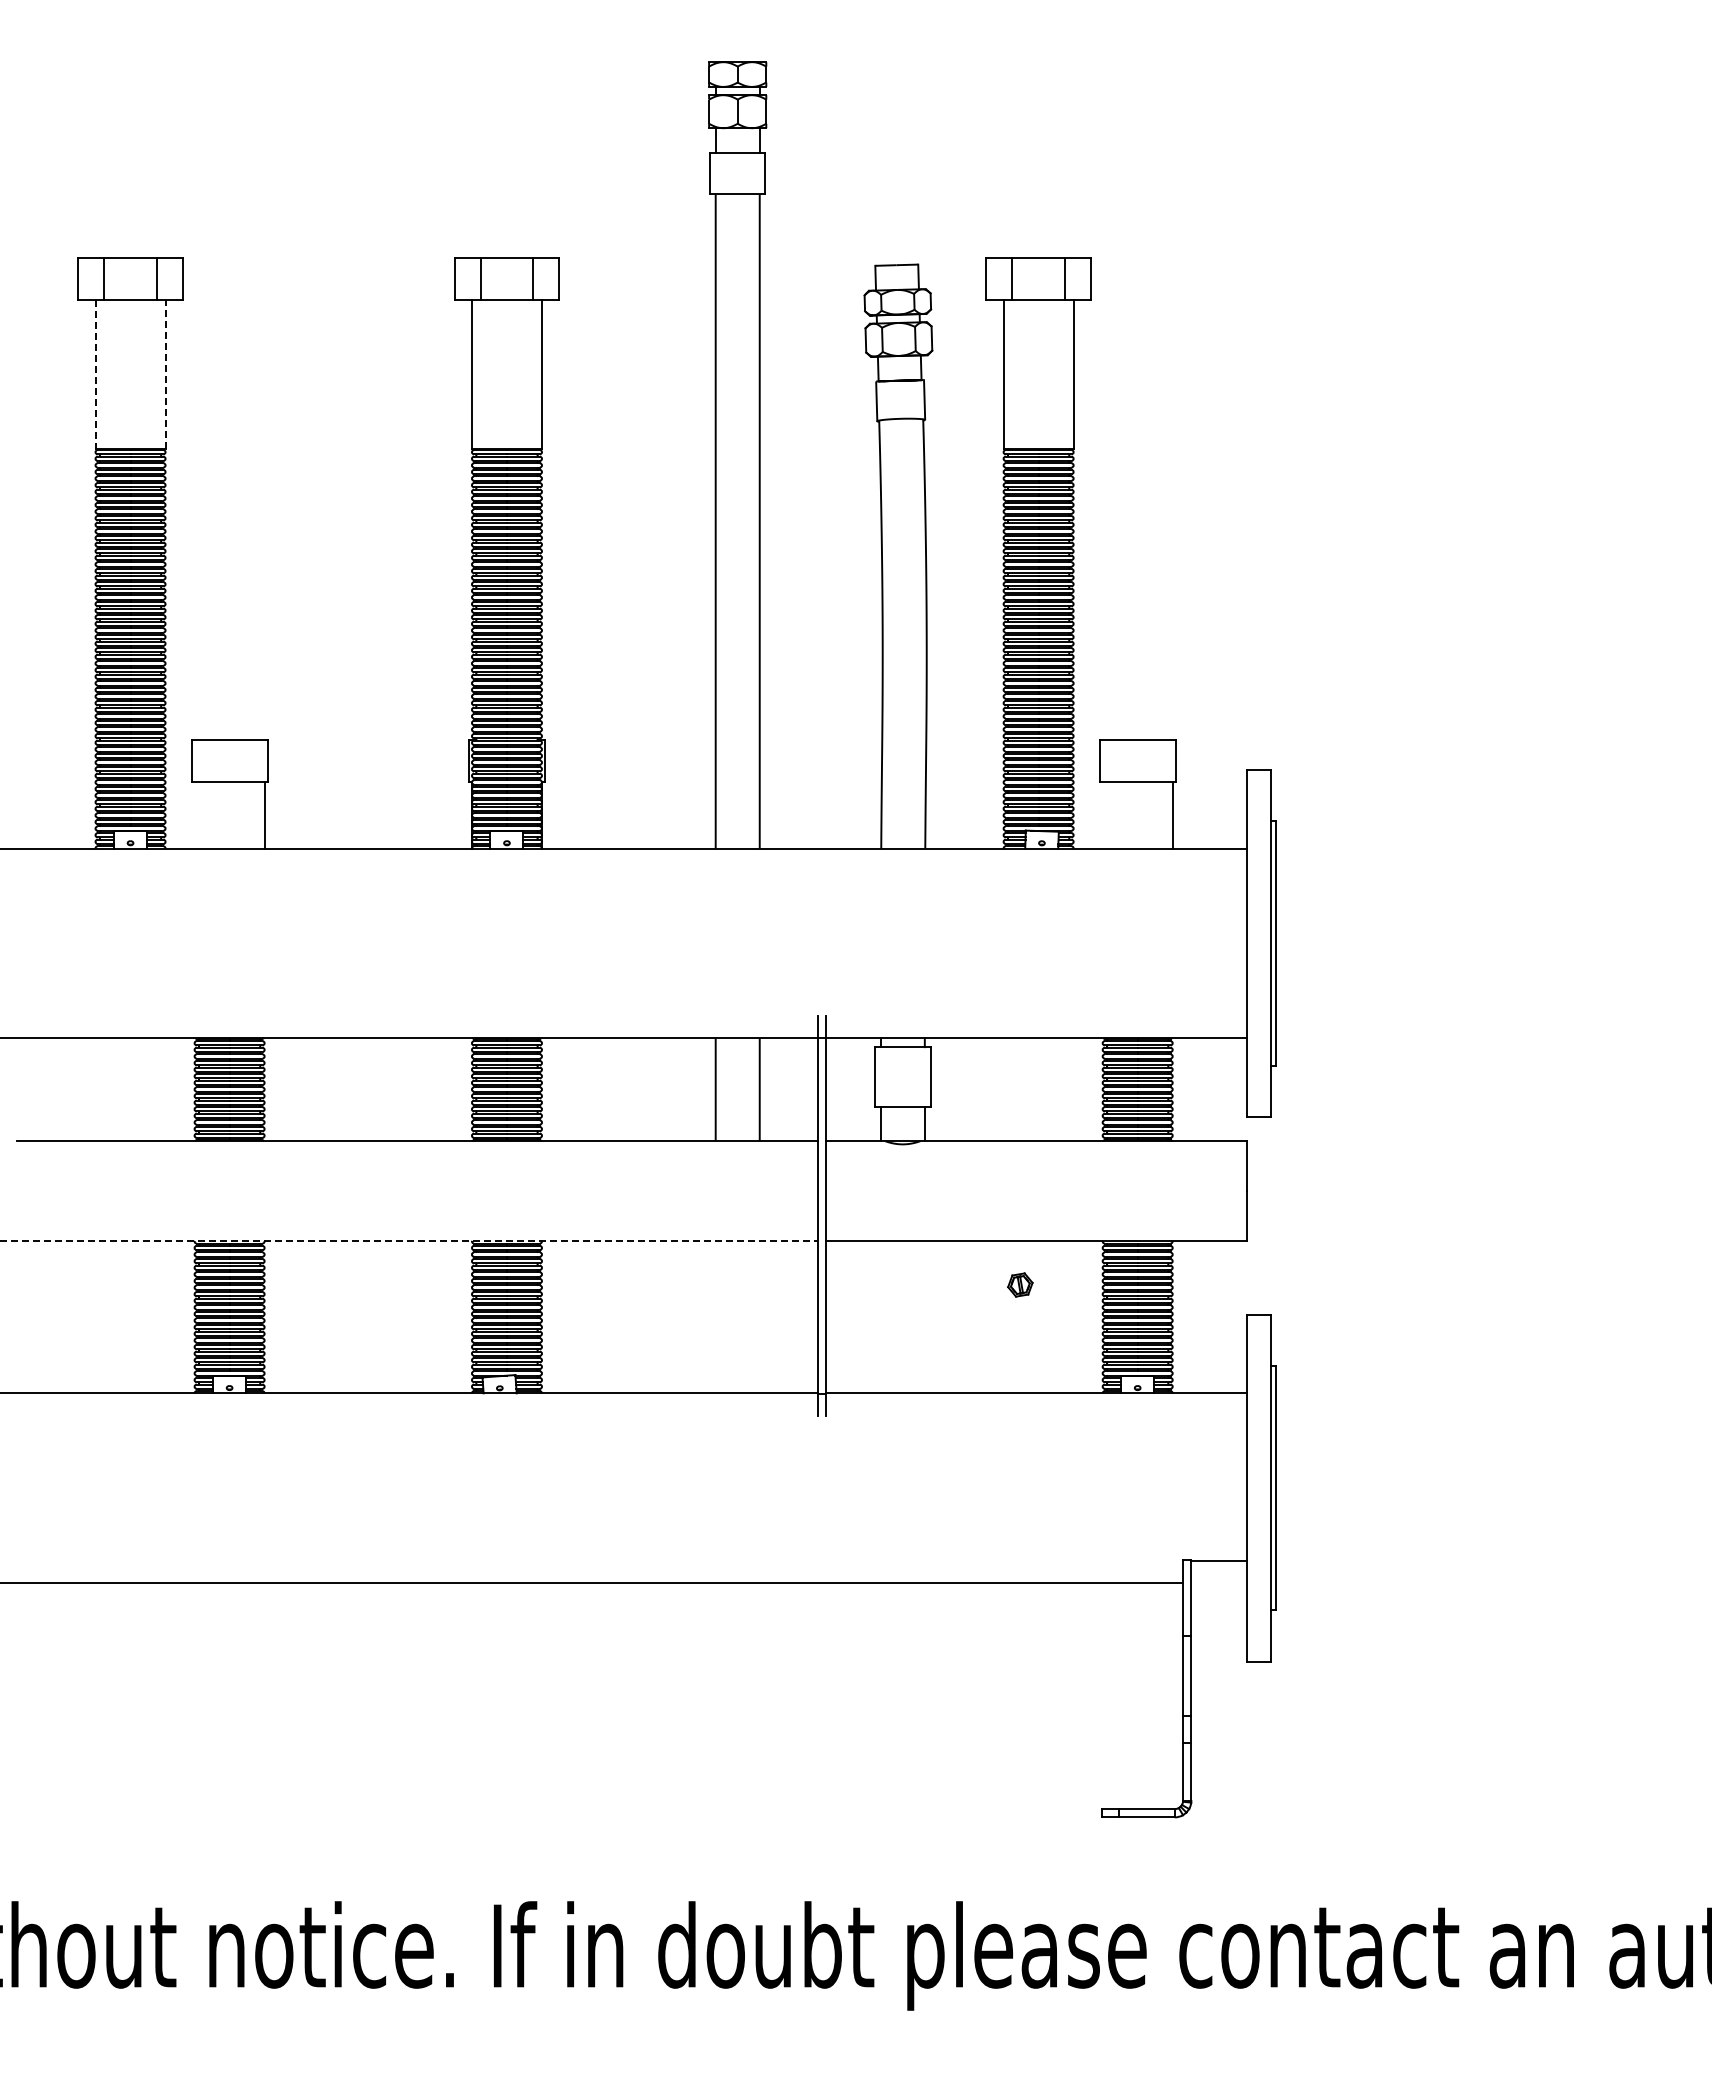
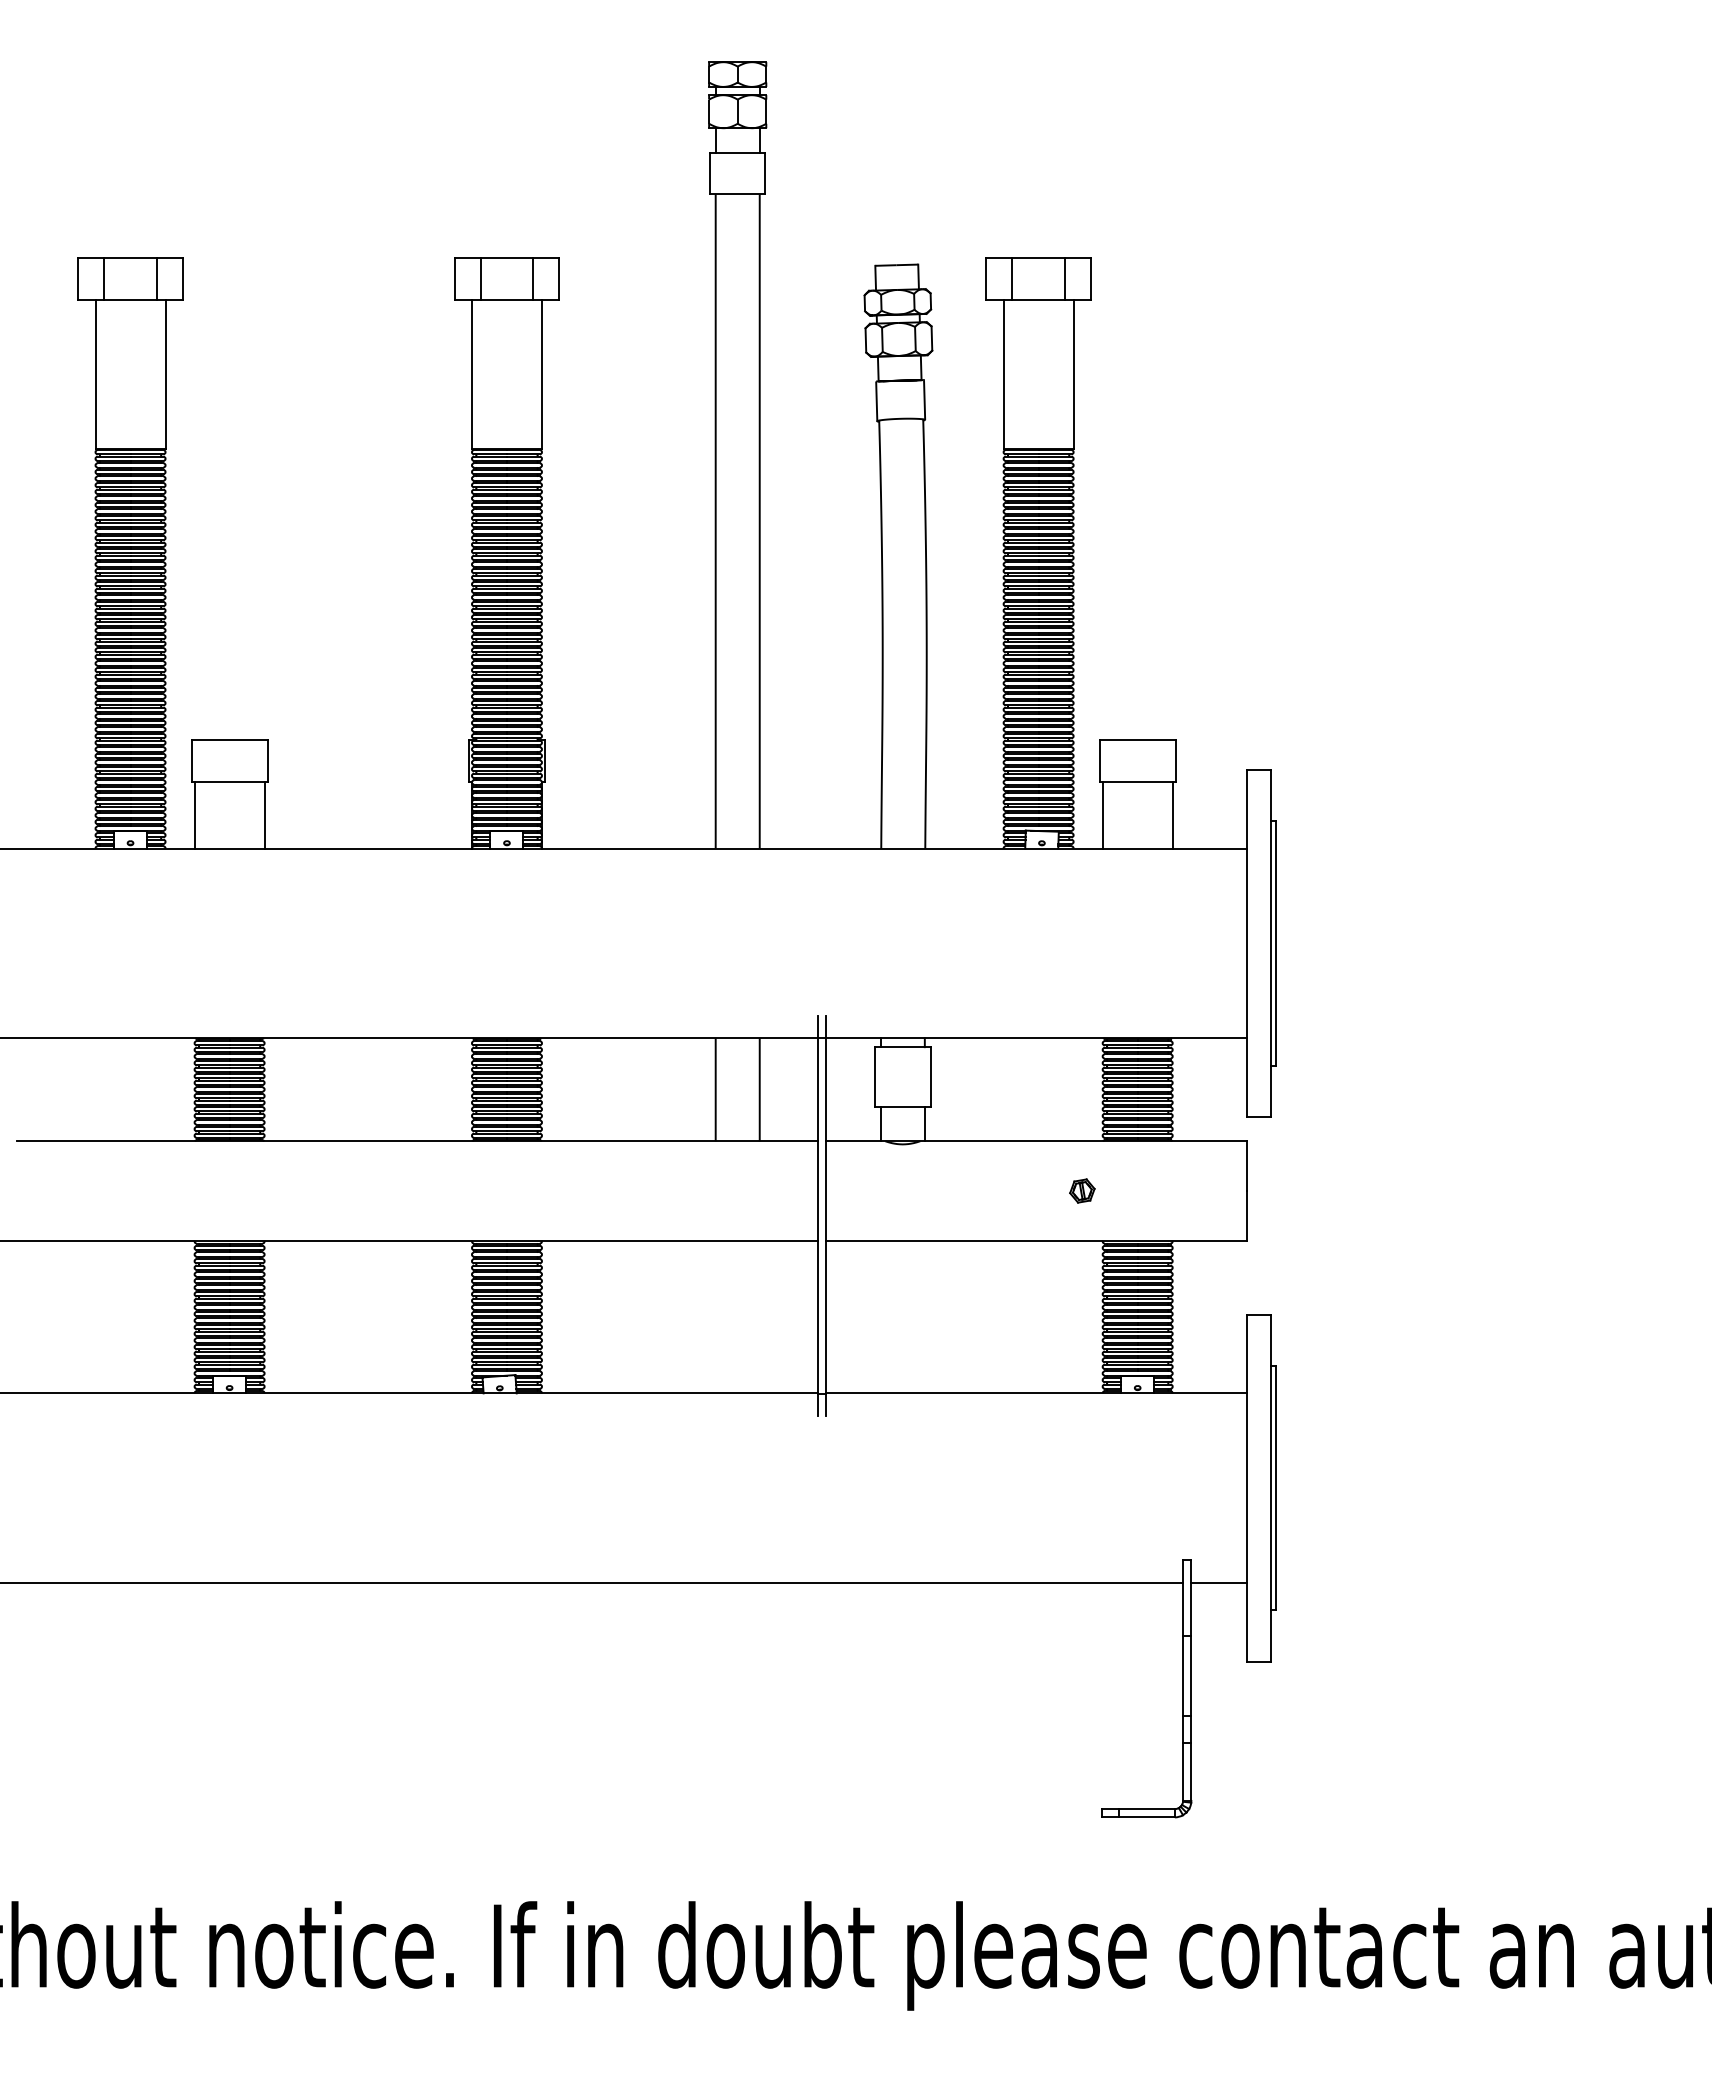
line at (165, 374): dashed -> solid
line at (95, 375): dashed -> solid
line at (194, 814): none -> present
line at (1102, 814): none -> present
line at (409, 1240): dashed -> solid
part at (1020, 1284) position: (1020, 1284) -> (1082, 1190)
line at (1218, 1561) position: (1218, 1561) -> (1218, 1583)
